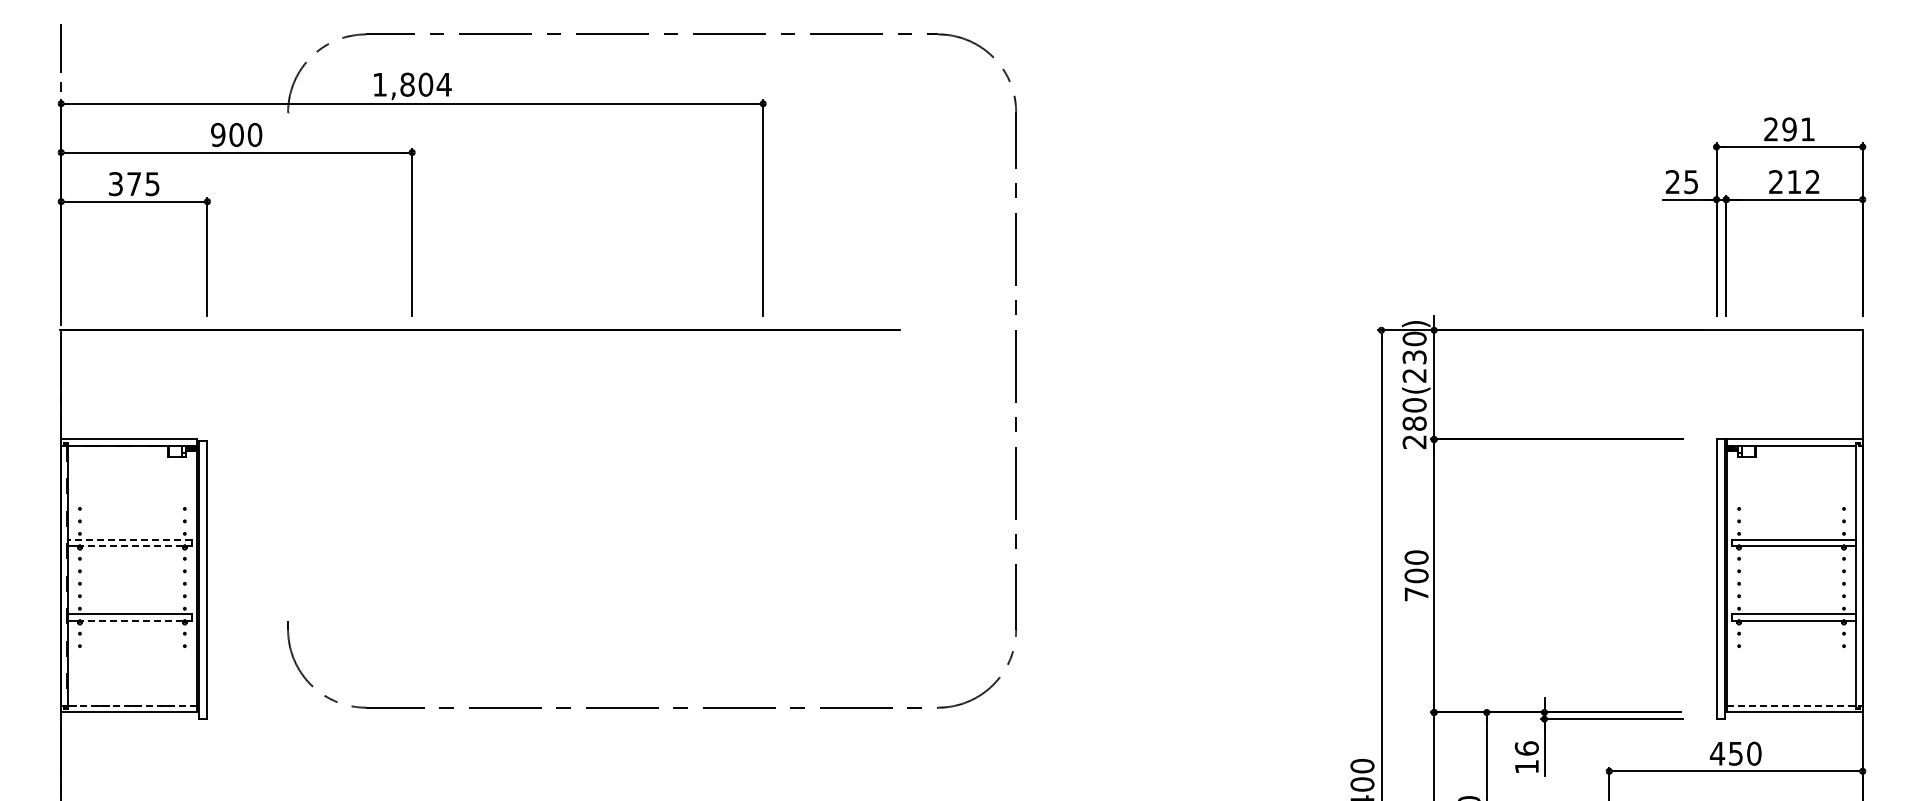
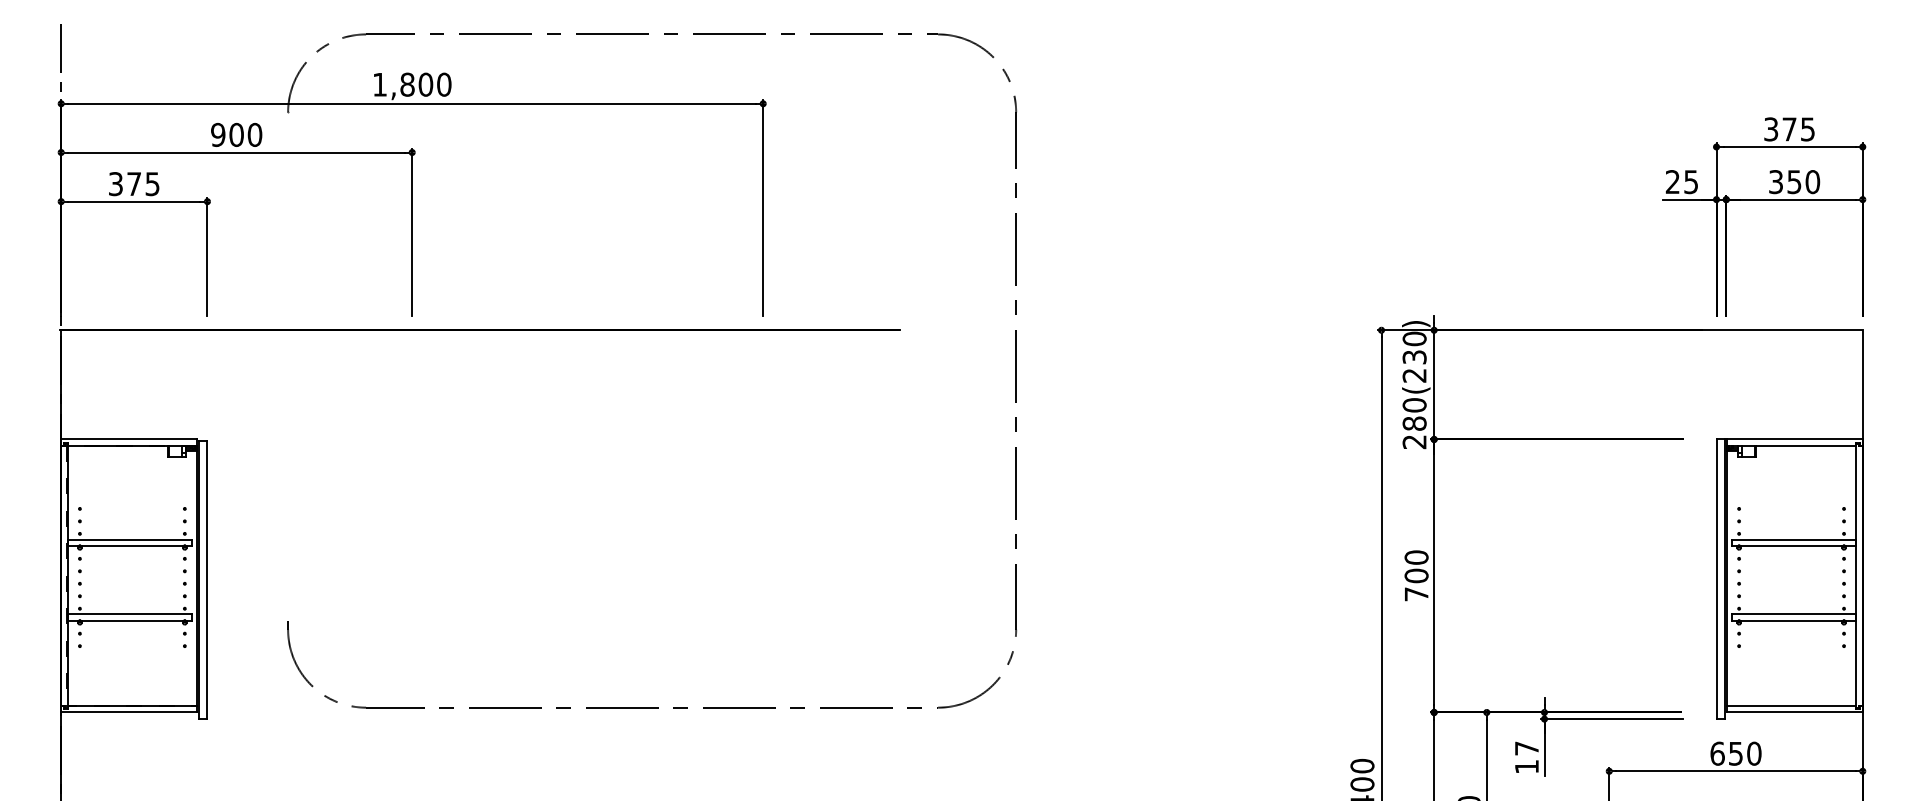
text at (443, 84): 1,804 -> 1,800
text at (1789, 129): 291 -> 375
text at (1794, 182): 212 -> 350
line at (129, 539): dashed -> solid
line at (132, 545): dashed -> solid
line at (132, 620): dashed -> solid
line at (132, 706): dashed -> solid
line at (1791, 706): dashed -> solid
text at (1526, 748): 16 -> 17
text at (1717, 753): 450 -> 650
